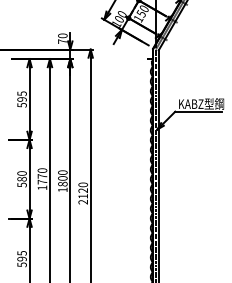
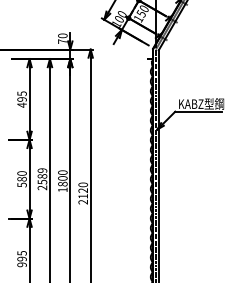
text at (21, 104): 595 -> 495
text at (42, 179): 1770 -> 2589
text at (21, 264): 595 -> 995
